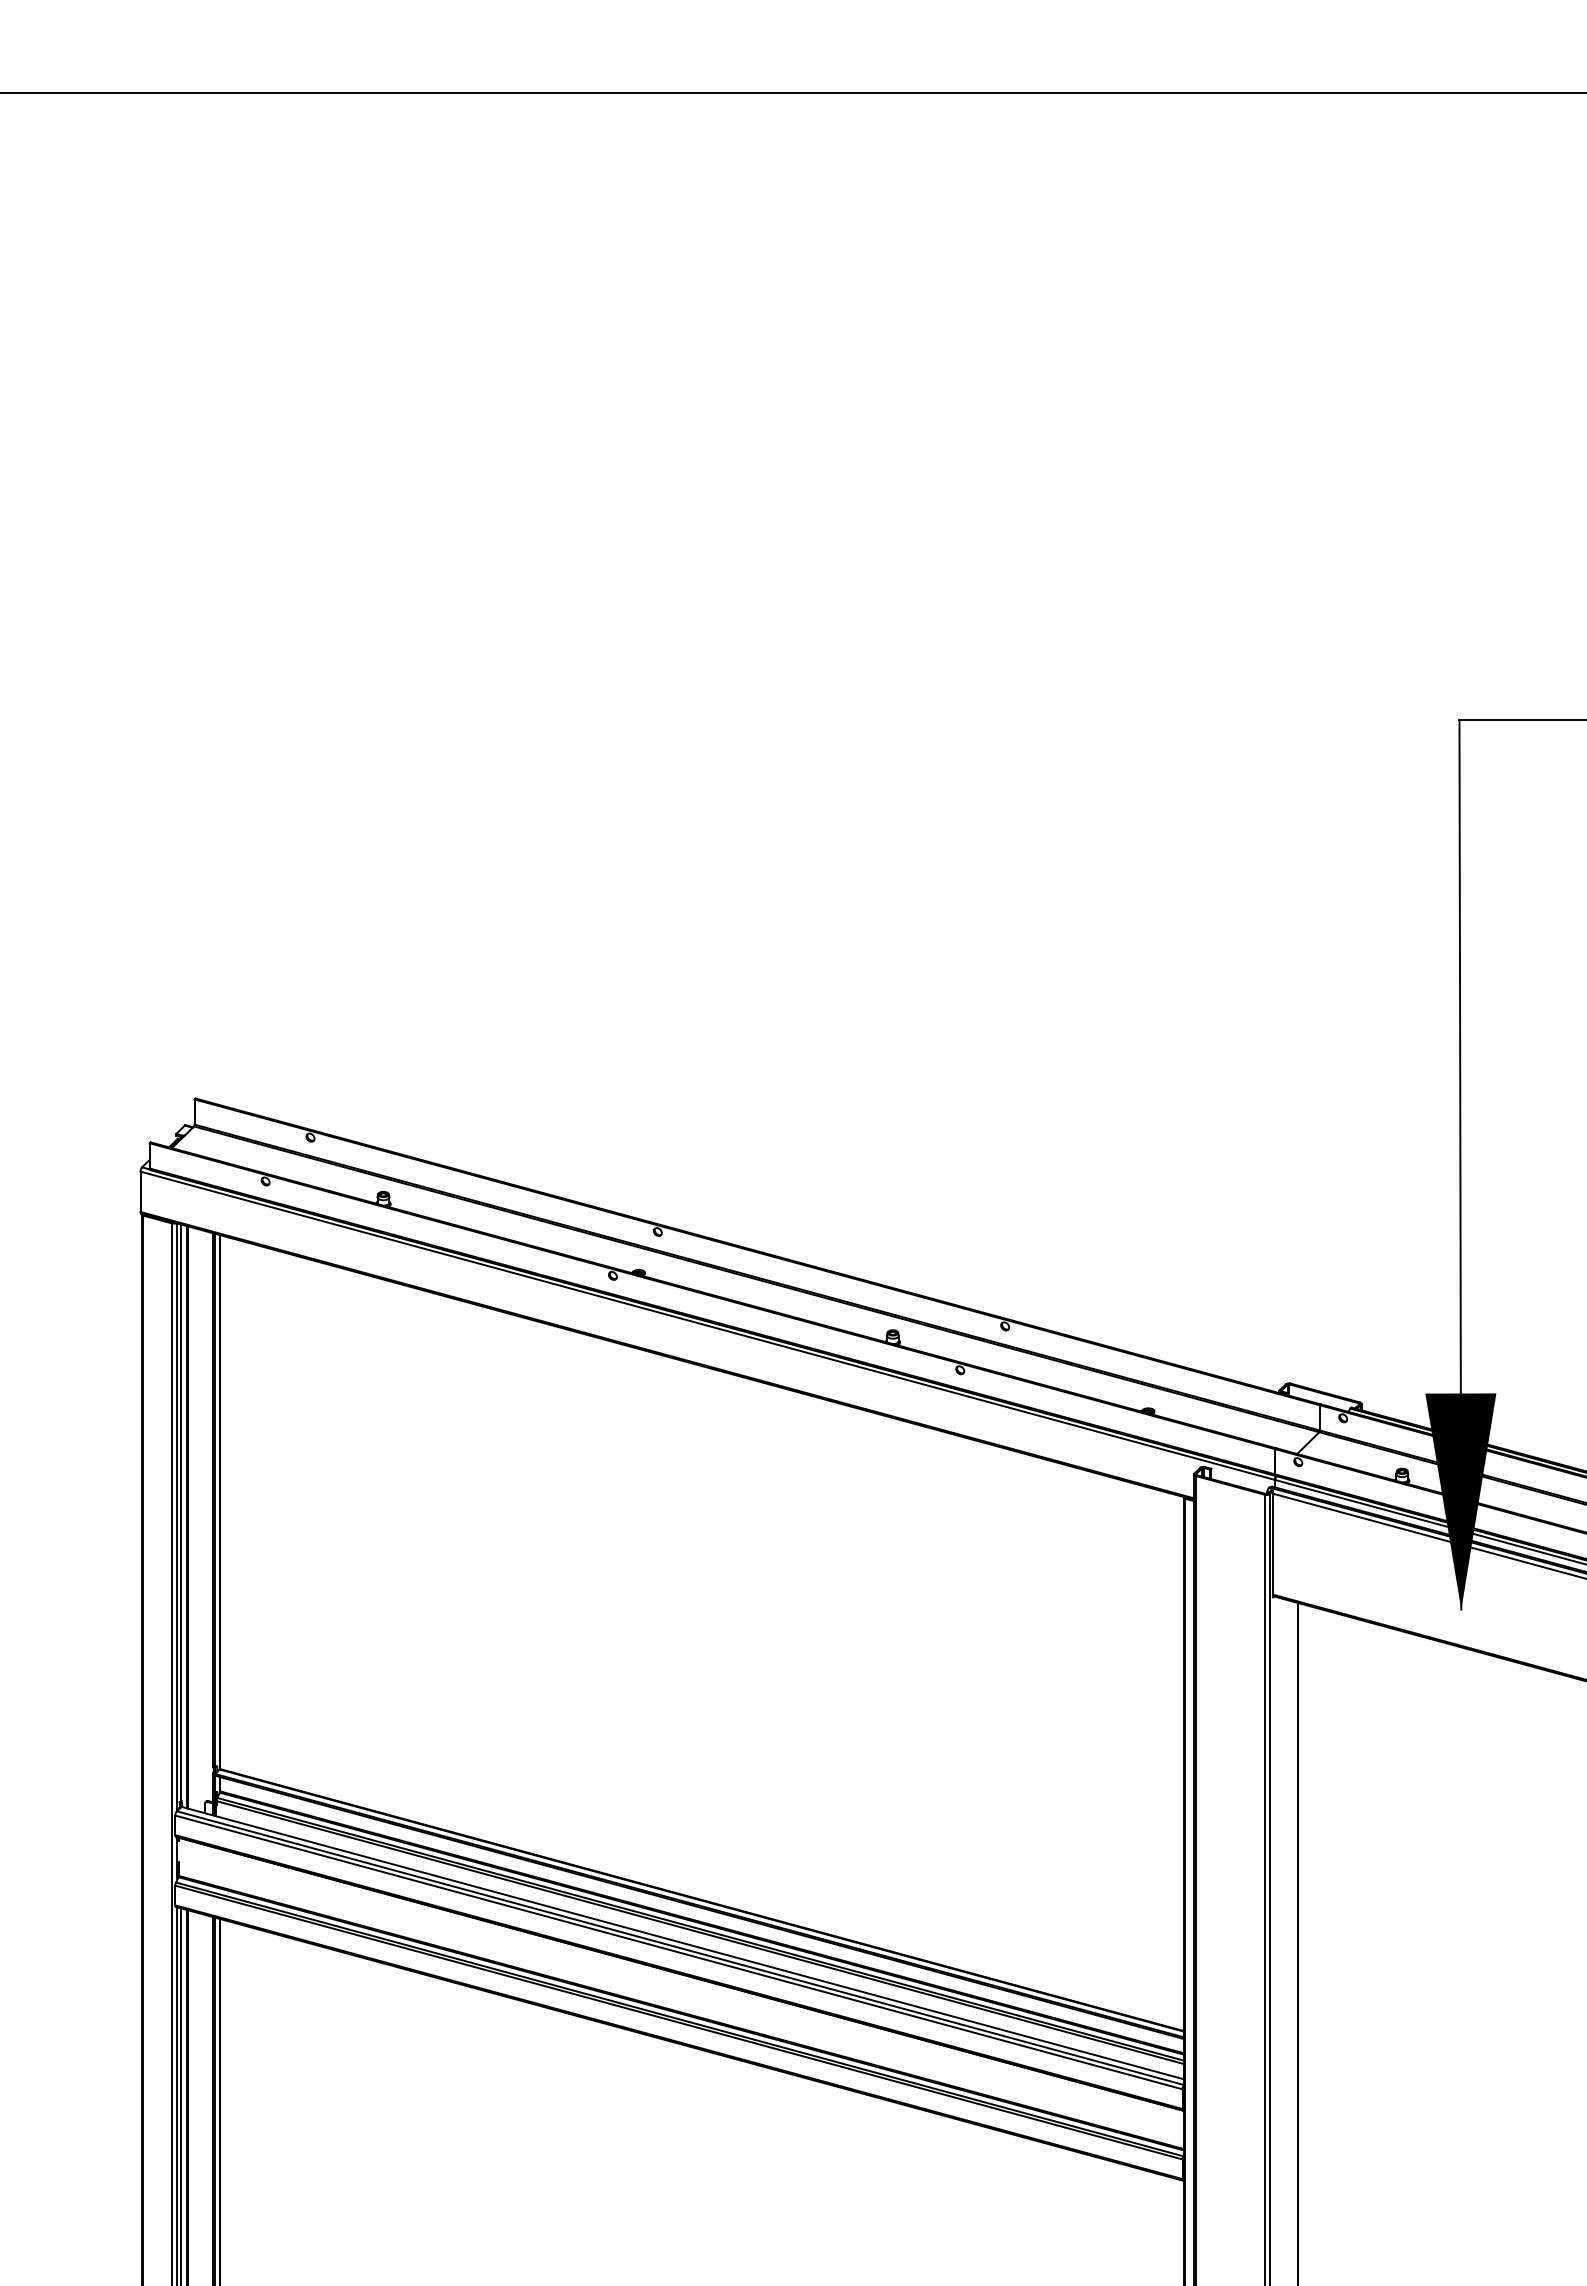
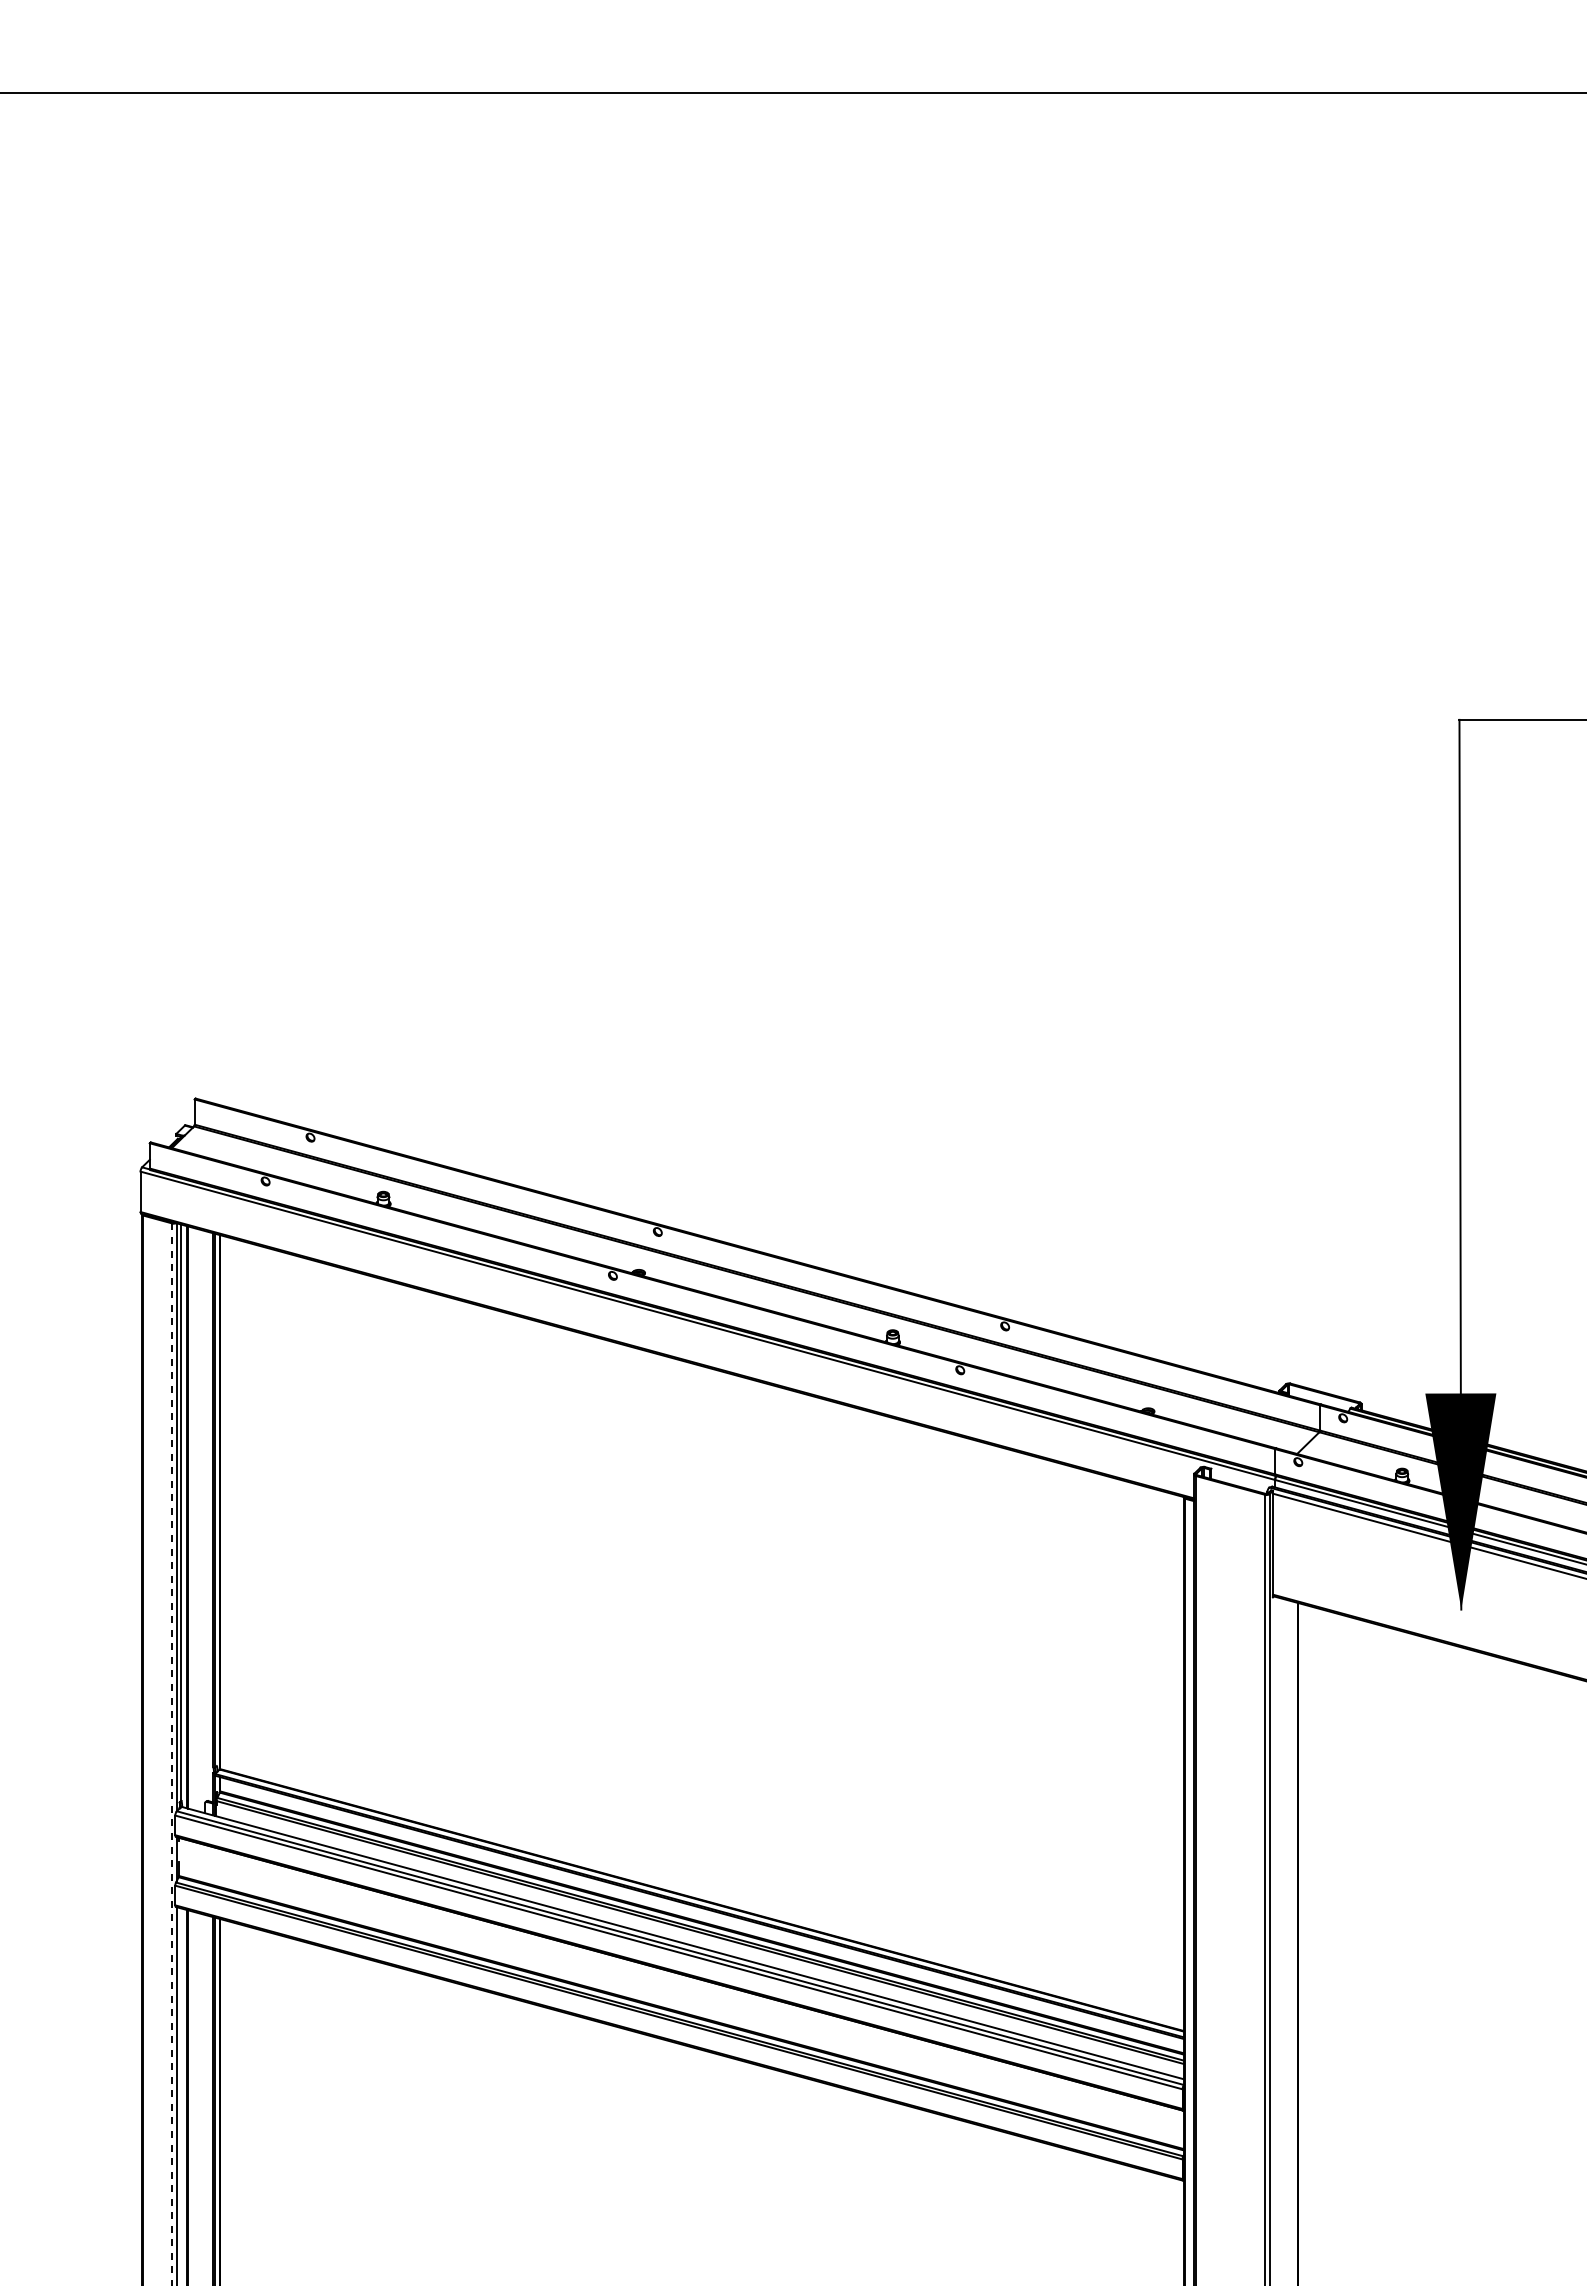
line at (172, 1754): solid -> dashed
line at (181, 2095): present -> none
